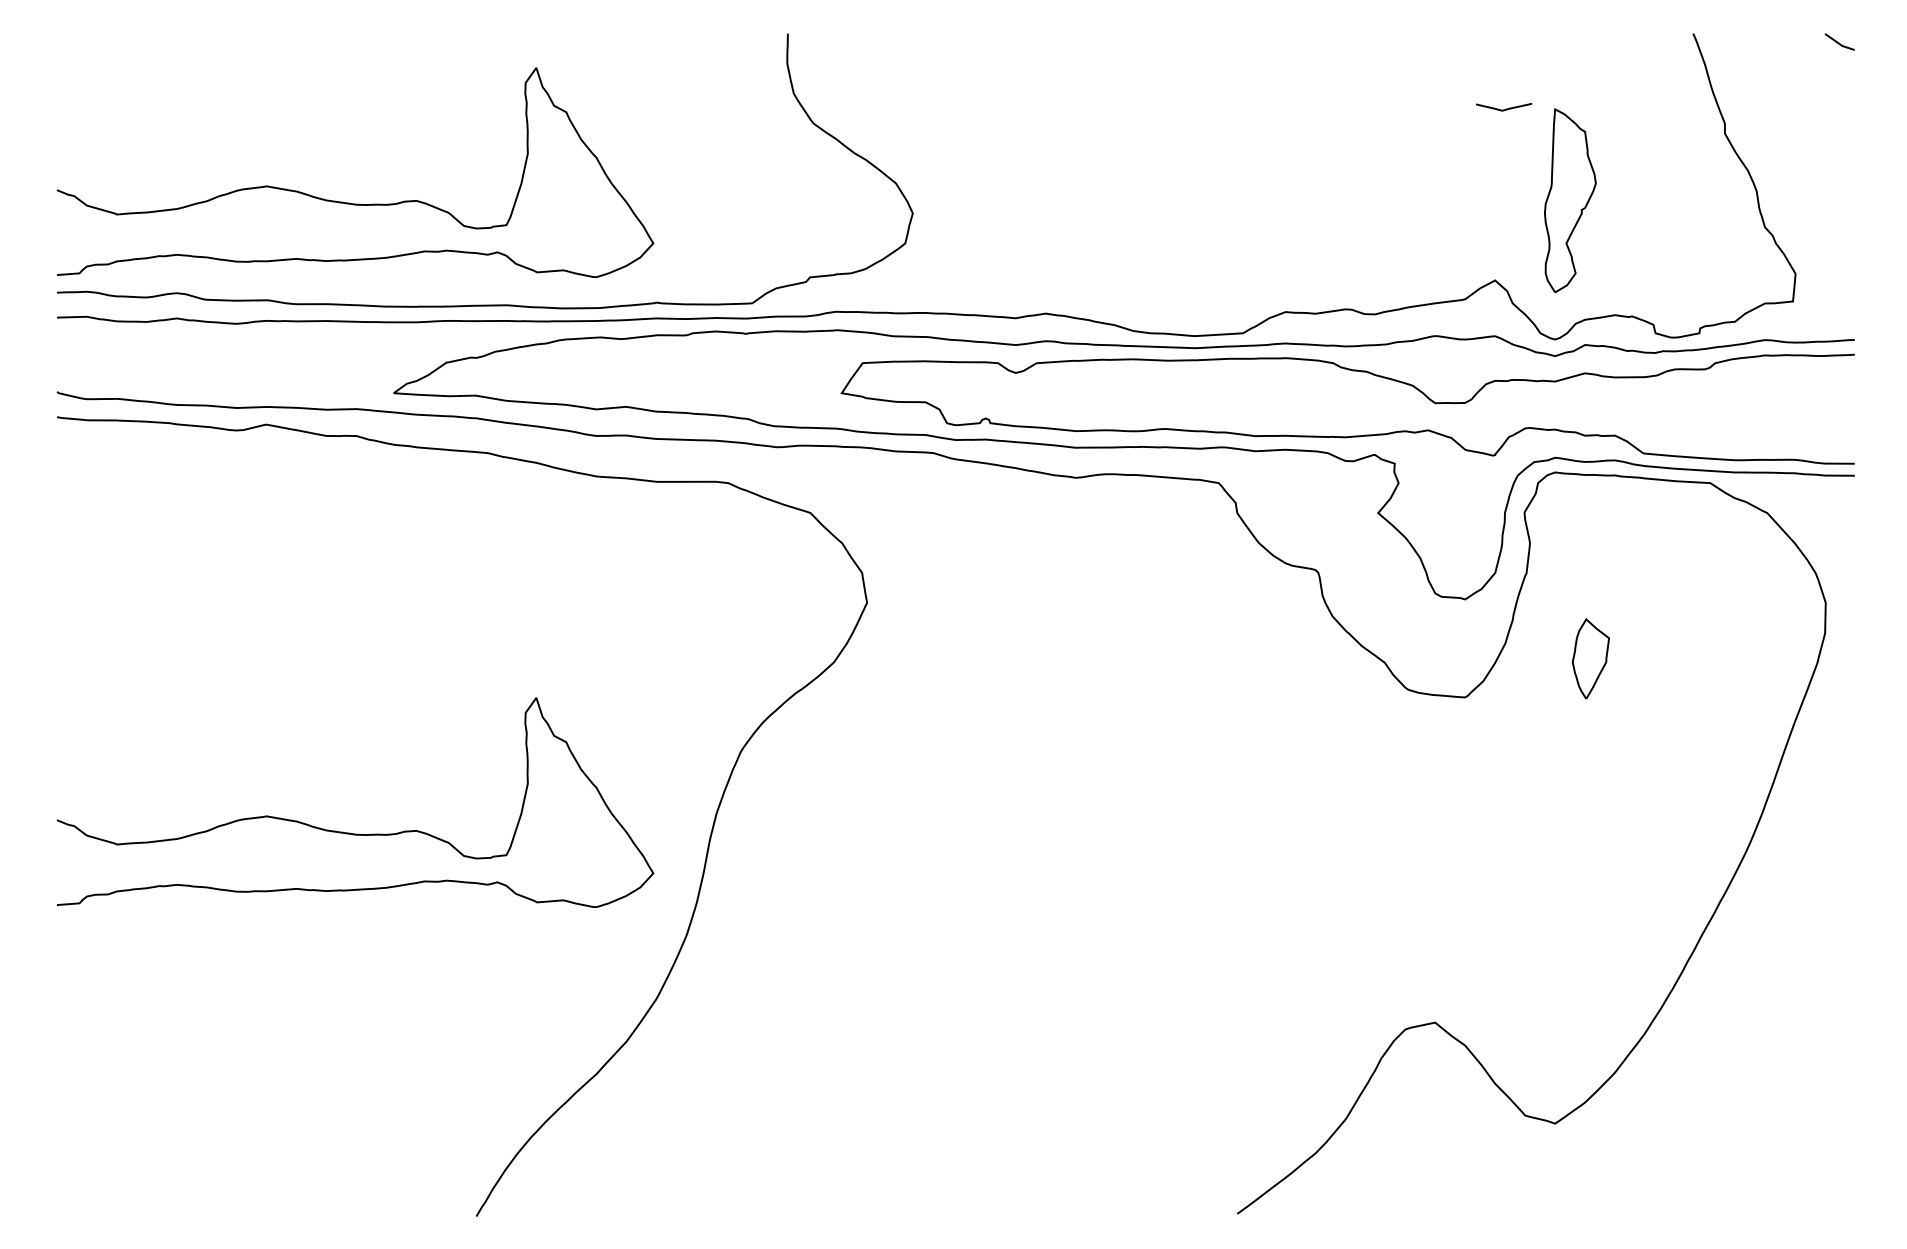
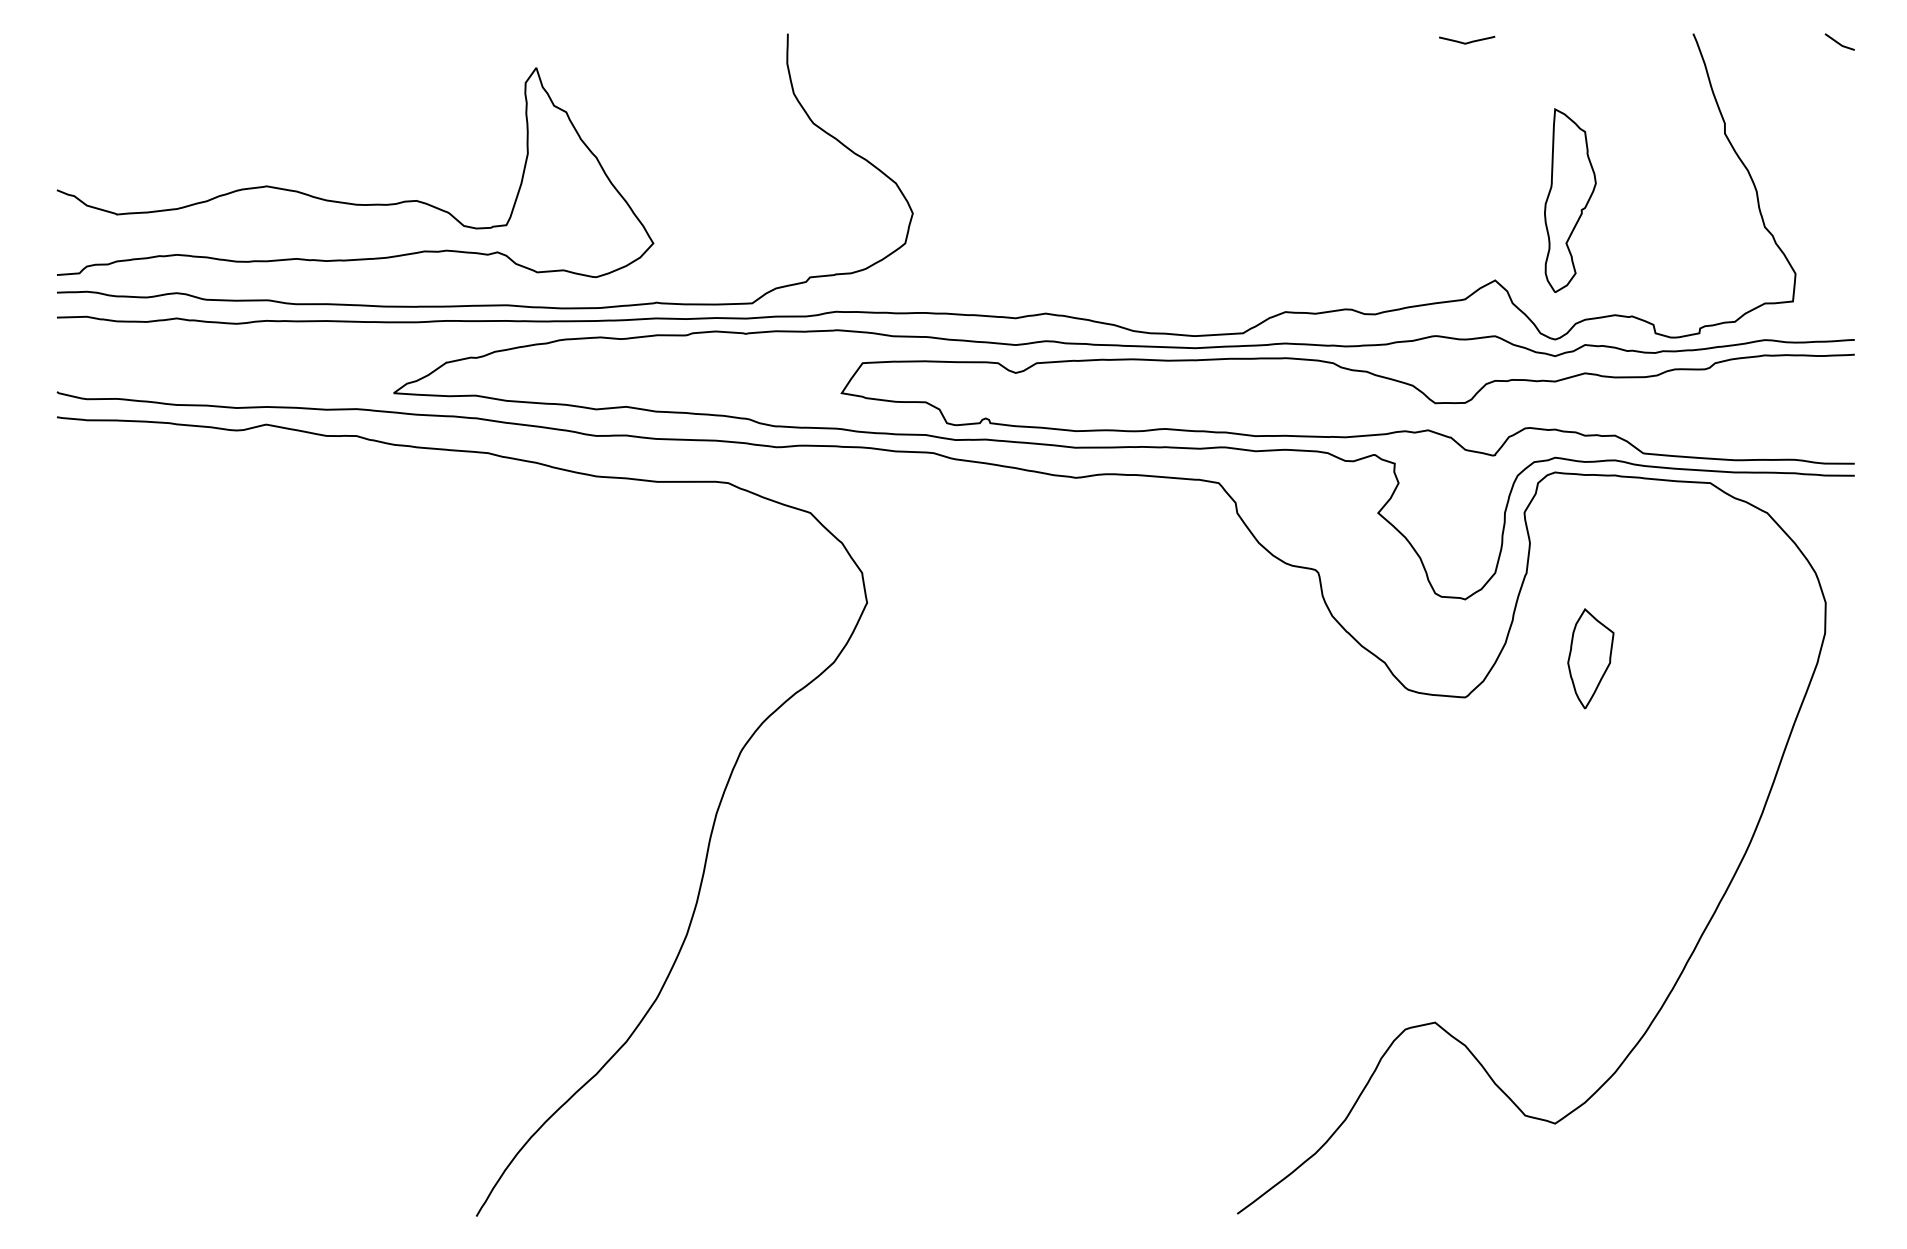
curve at (1505, 108) position: (1505, 108) -> (1468, 41)
part at (1590, 658) size: 39x82 px -> 48x102 px
curve at (349, 832): present -> none
